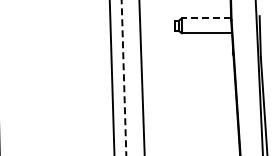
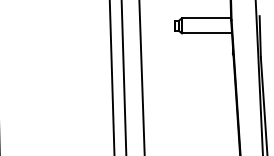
line at (206, 18): dashed -> solid
line at (123, 77): dashed -> solid
